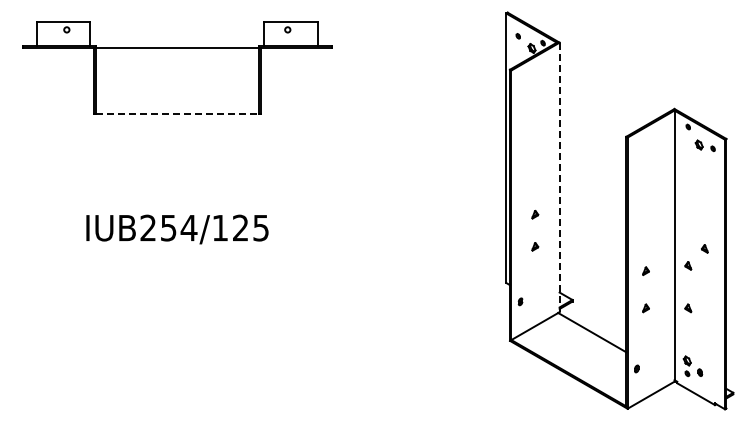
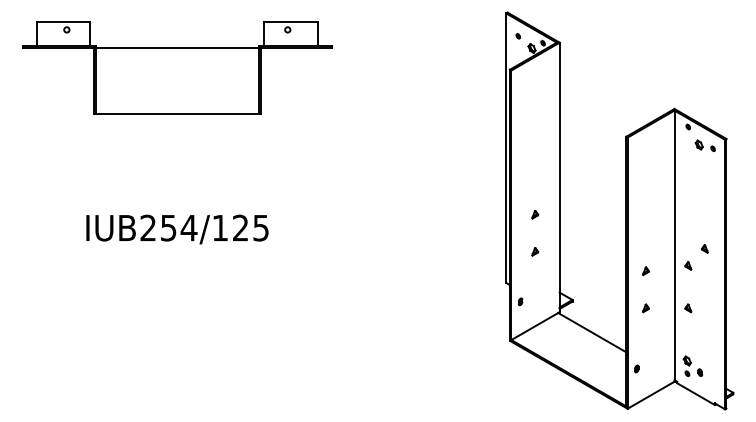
line at (177, 114): dashed -> solid
line at (559, 177): dashed -> solid
part at (535, 246) position: (535, 246) -> (535, 251)
